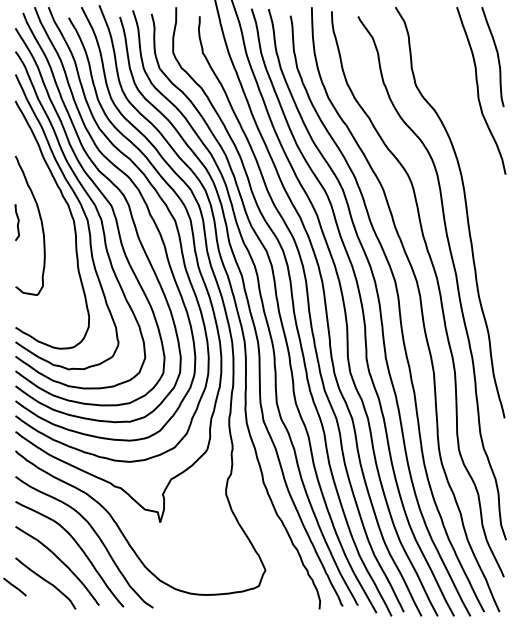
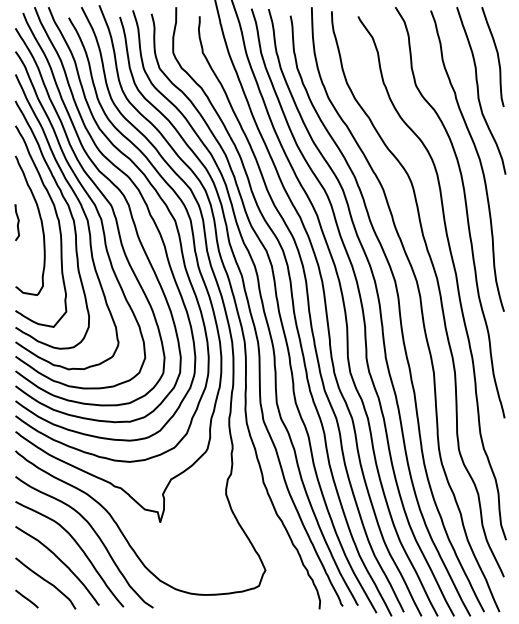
curve at (477, 156): none -> present
curve at (58, 226): none -> present
line at (14, 586) position: (14, 586) -> (26, 598)
